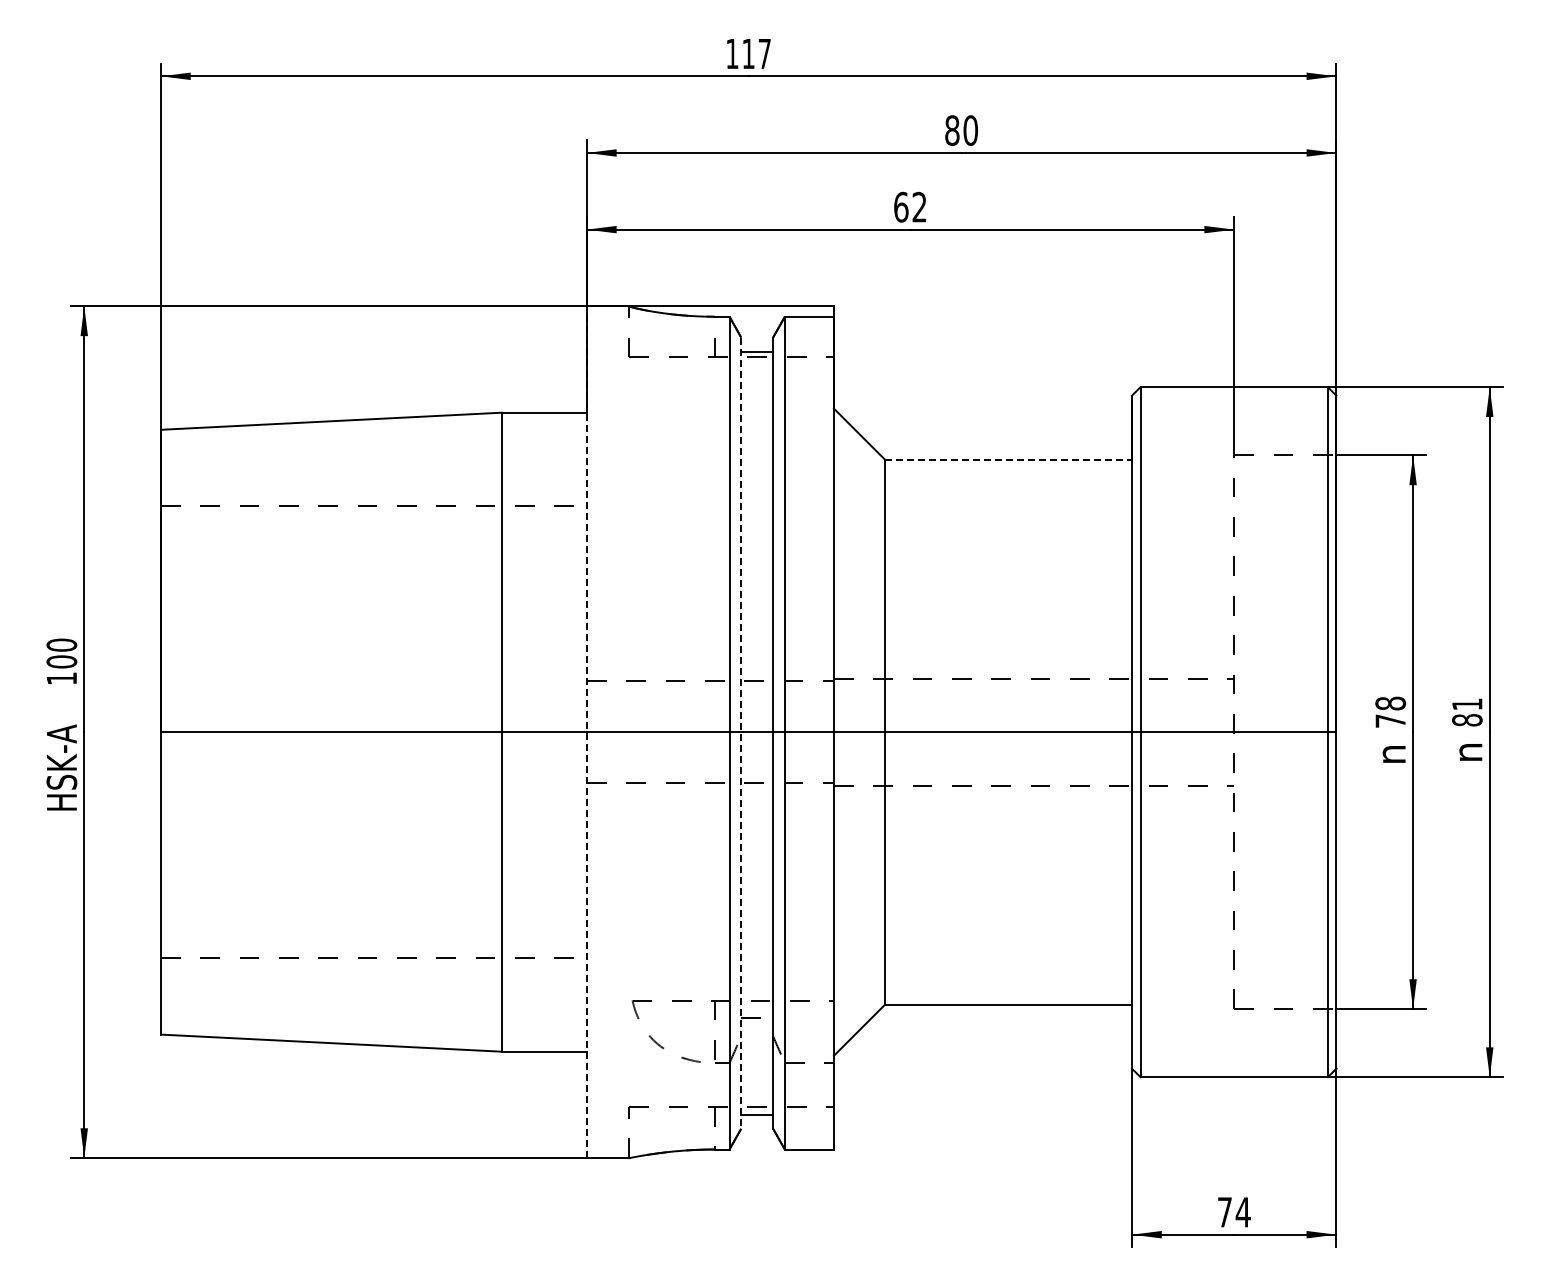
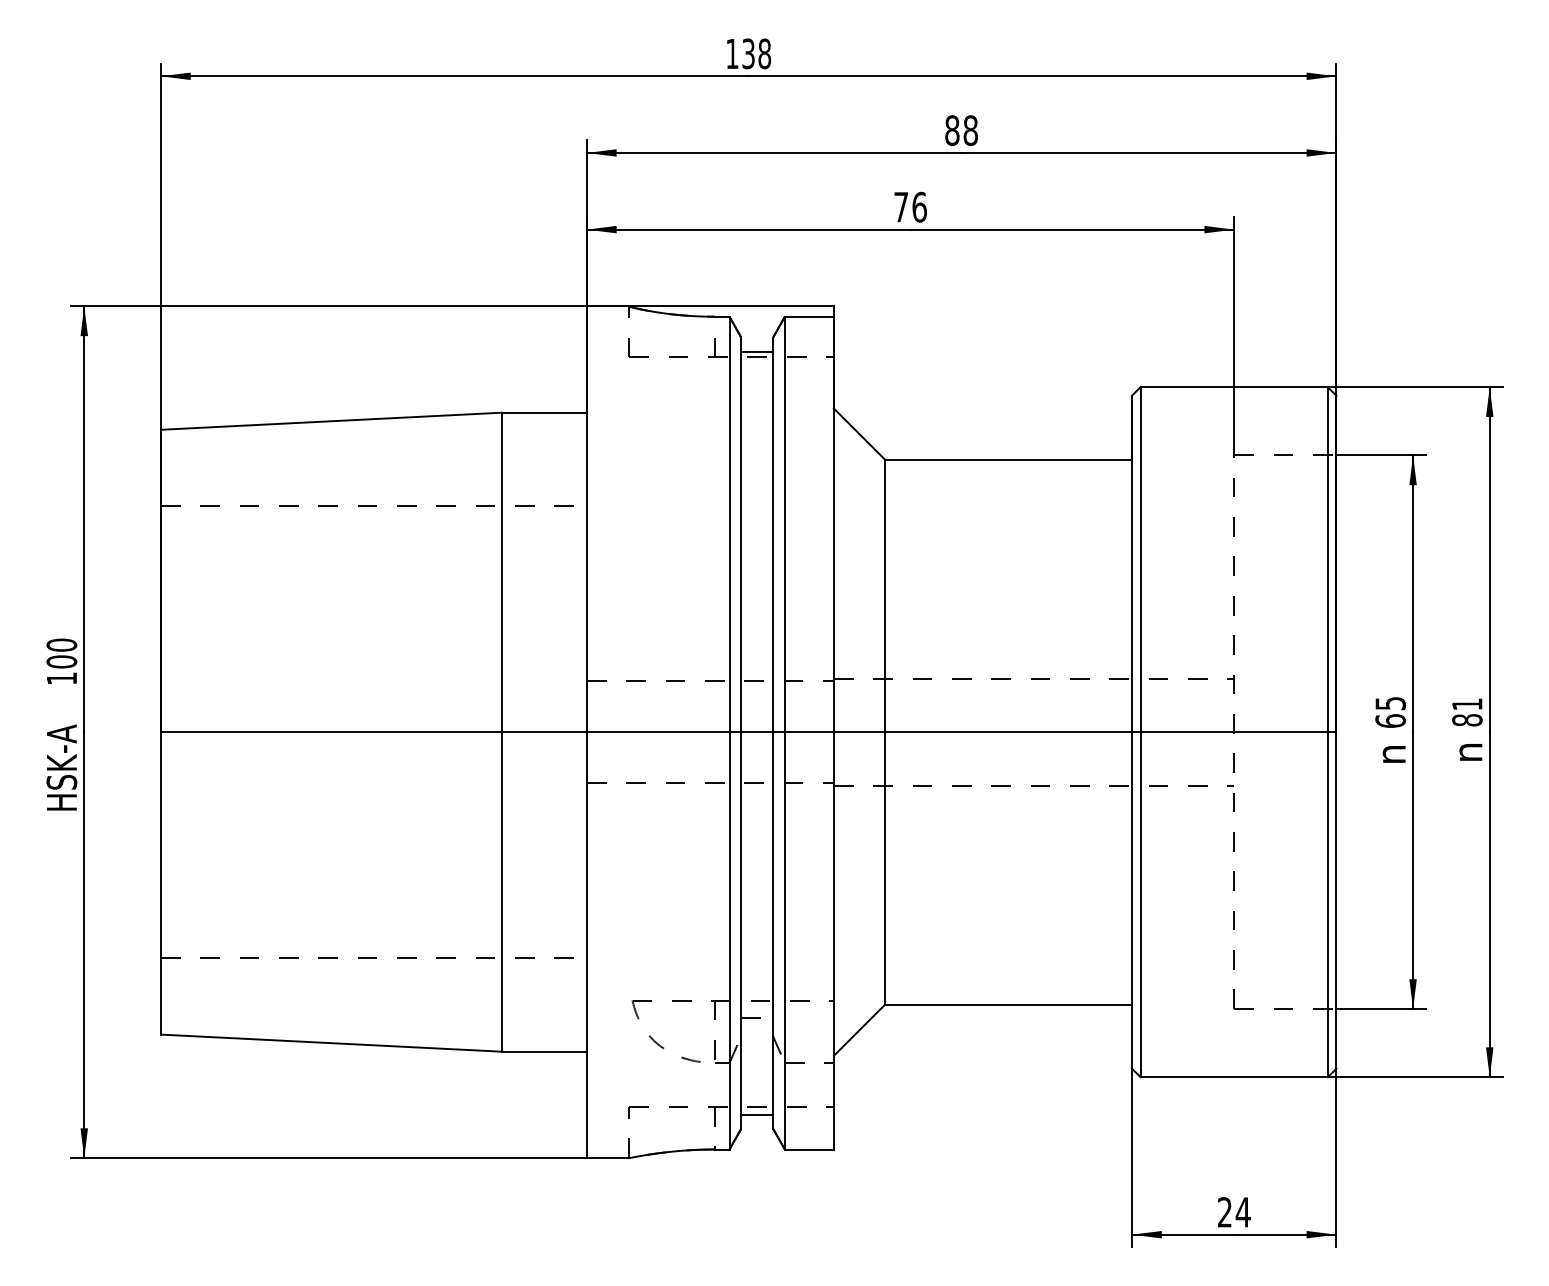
text at (756, 53): 117 -> 138
text at (970, 130): 80 -> 88
text at (910, 206): 62 -> 76
line at (1008, 459): dashed -> solid
text at (1390, 711): 78 -> 65
line at (586, 732): dashed -> solid
line at (741, 733): dashed -> solid
text at (1224, 1212): 74 -> 24
